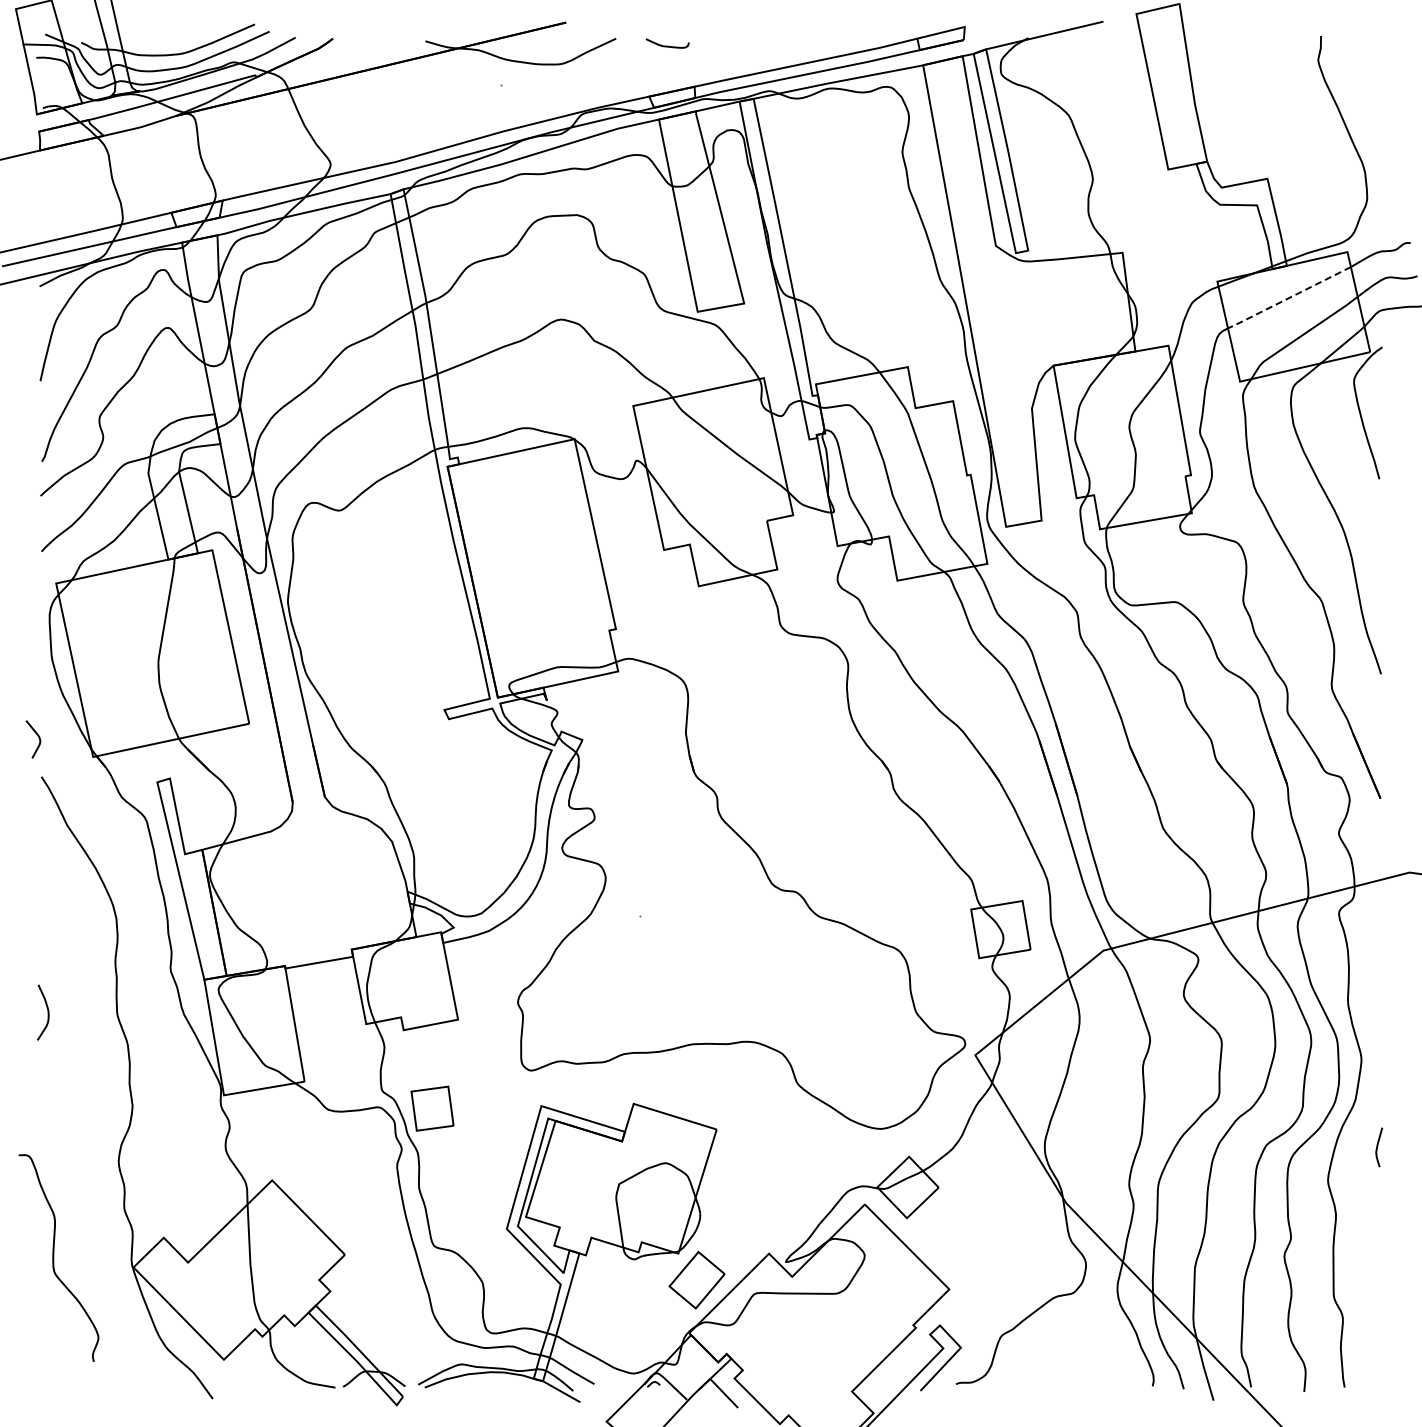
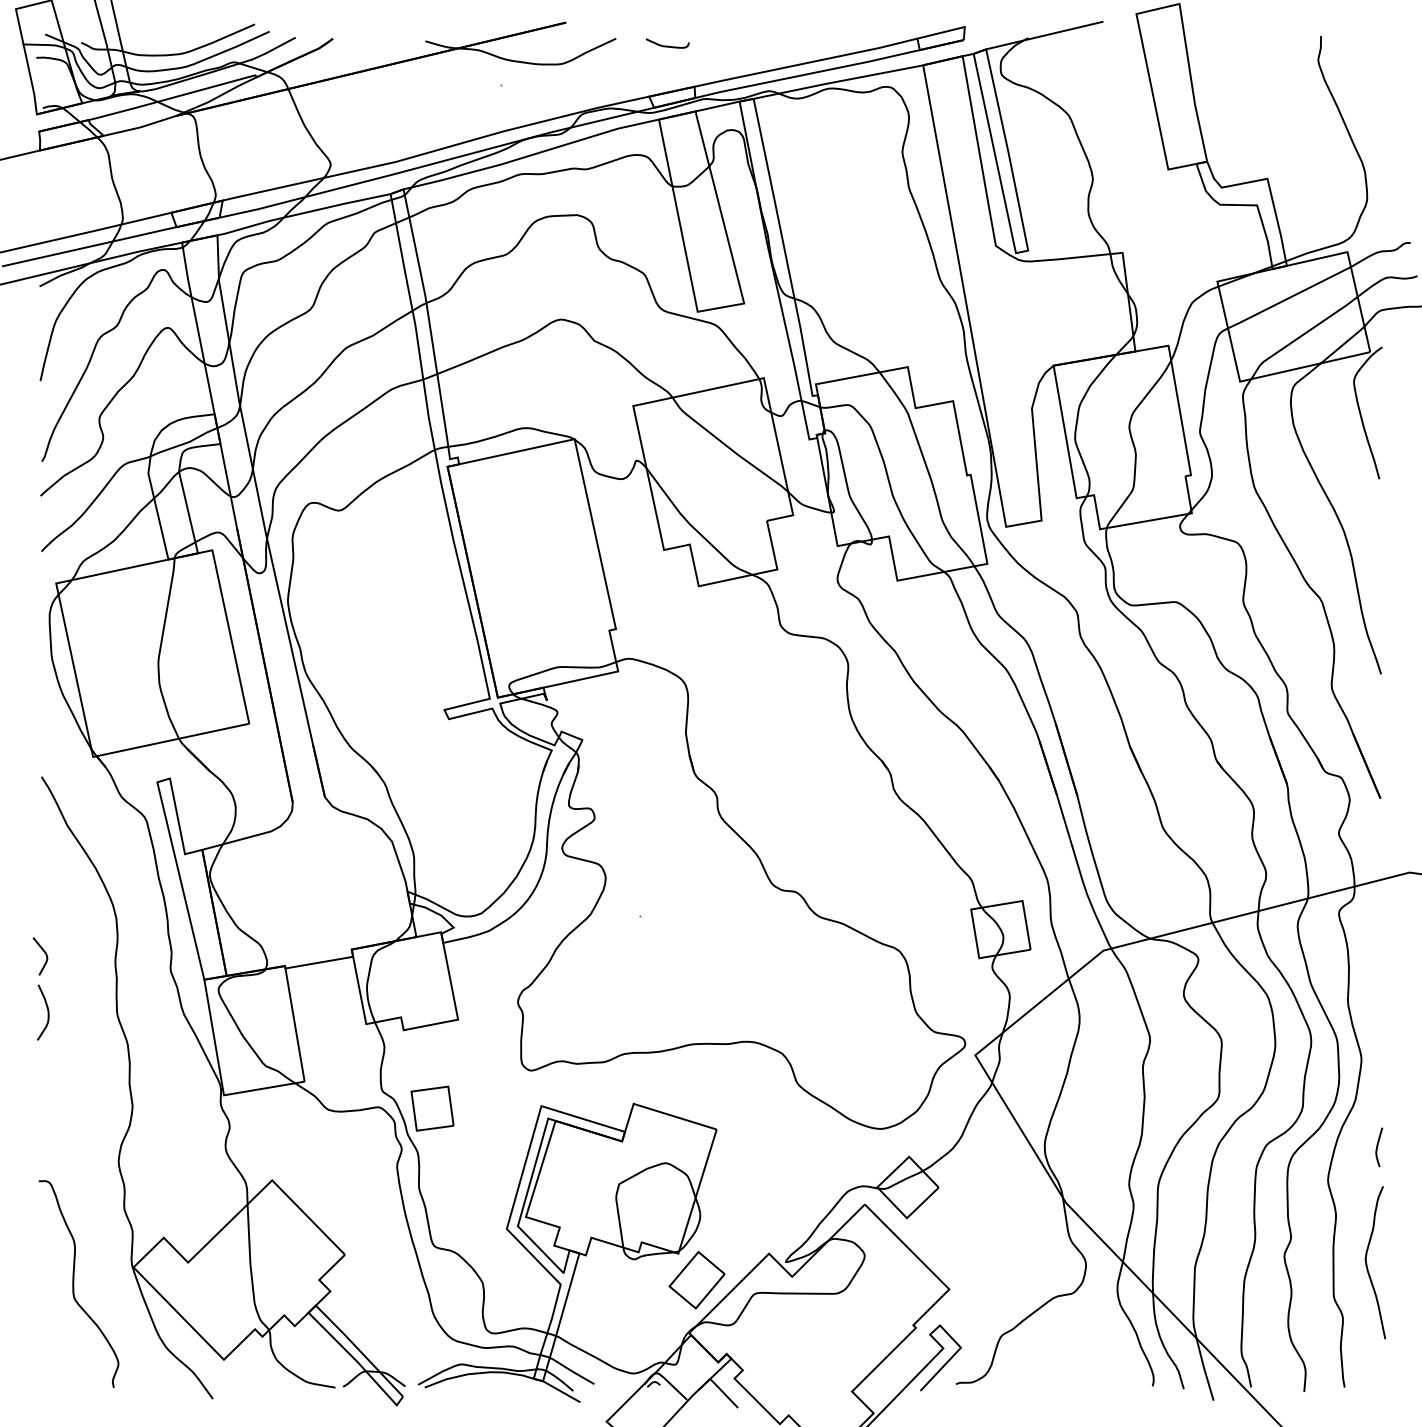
line at (1288, 298): dashed -> solid
curve at (37, 736) position: (37, 736) -> (44, 953)
curve at (54, 1257) position: (54, 1257) -> (74, 1283)
curve at (1367, 1263): none -> present
